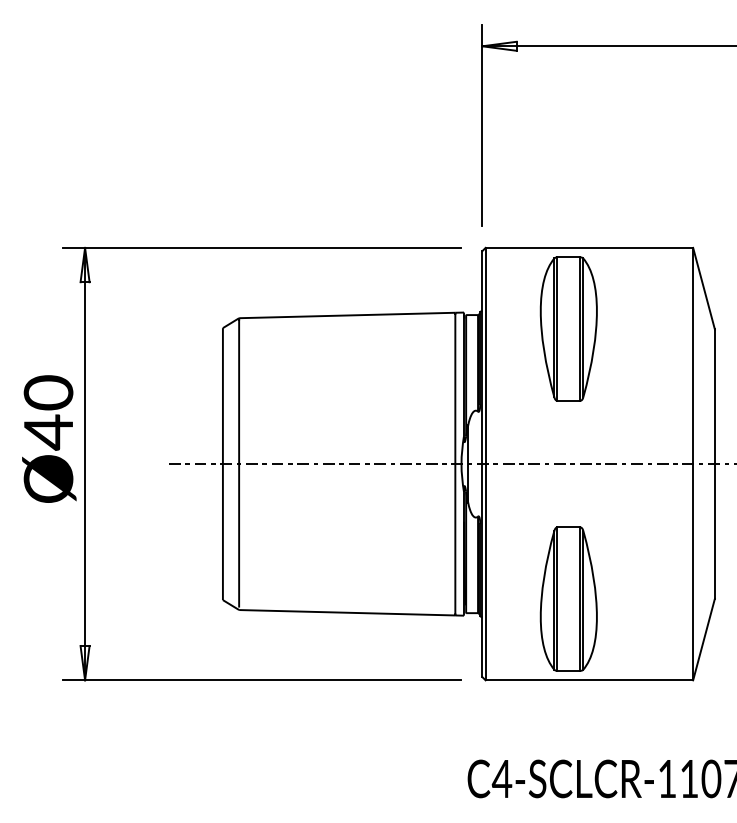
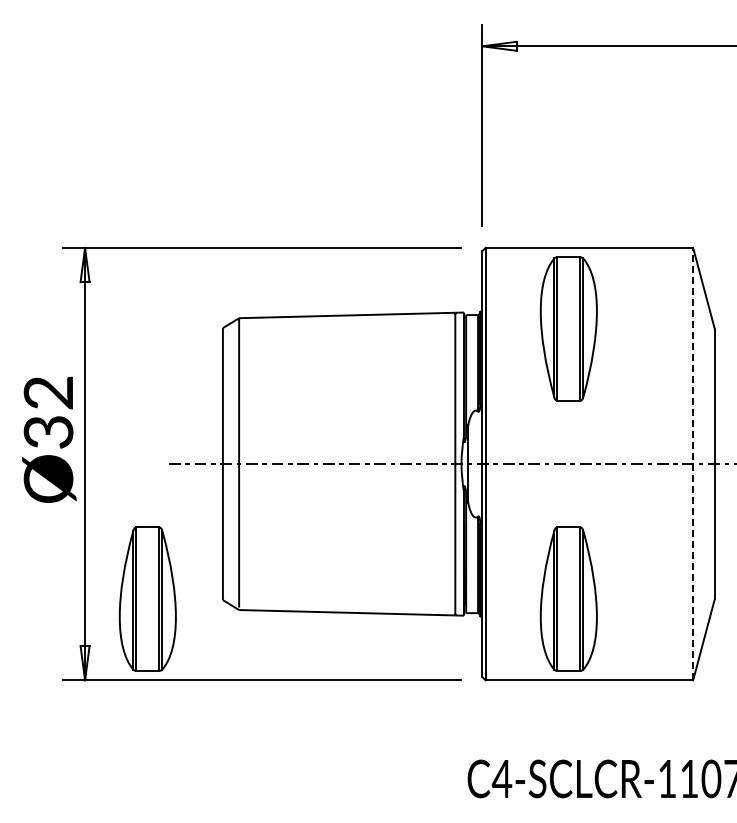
text at (48, 412): Ø40 -> Ø32
line at (693, 463): solid -> dashed
part at (147, 598): none -> present
